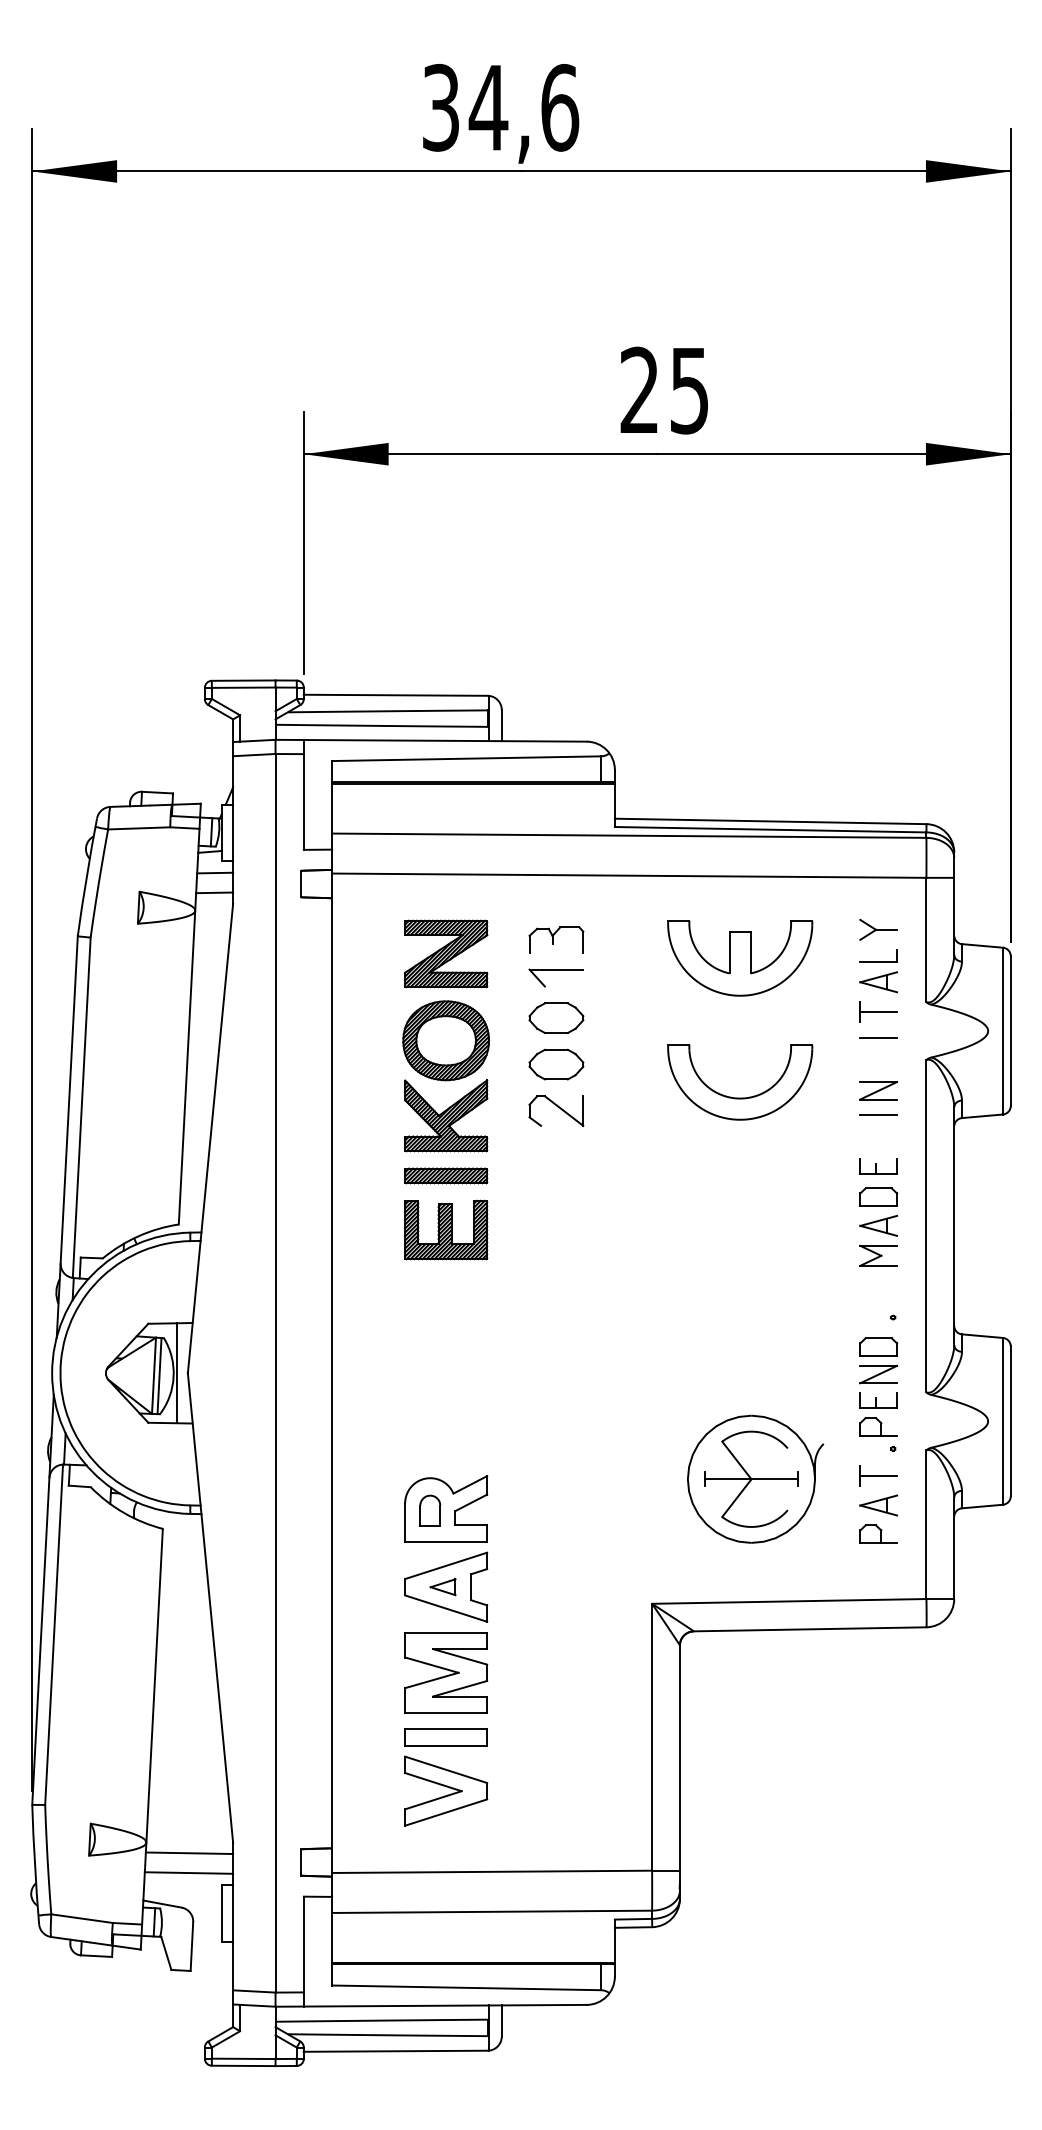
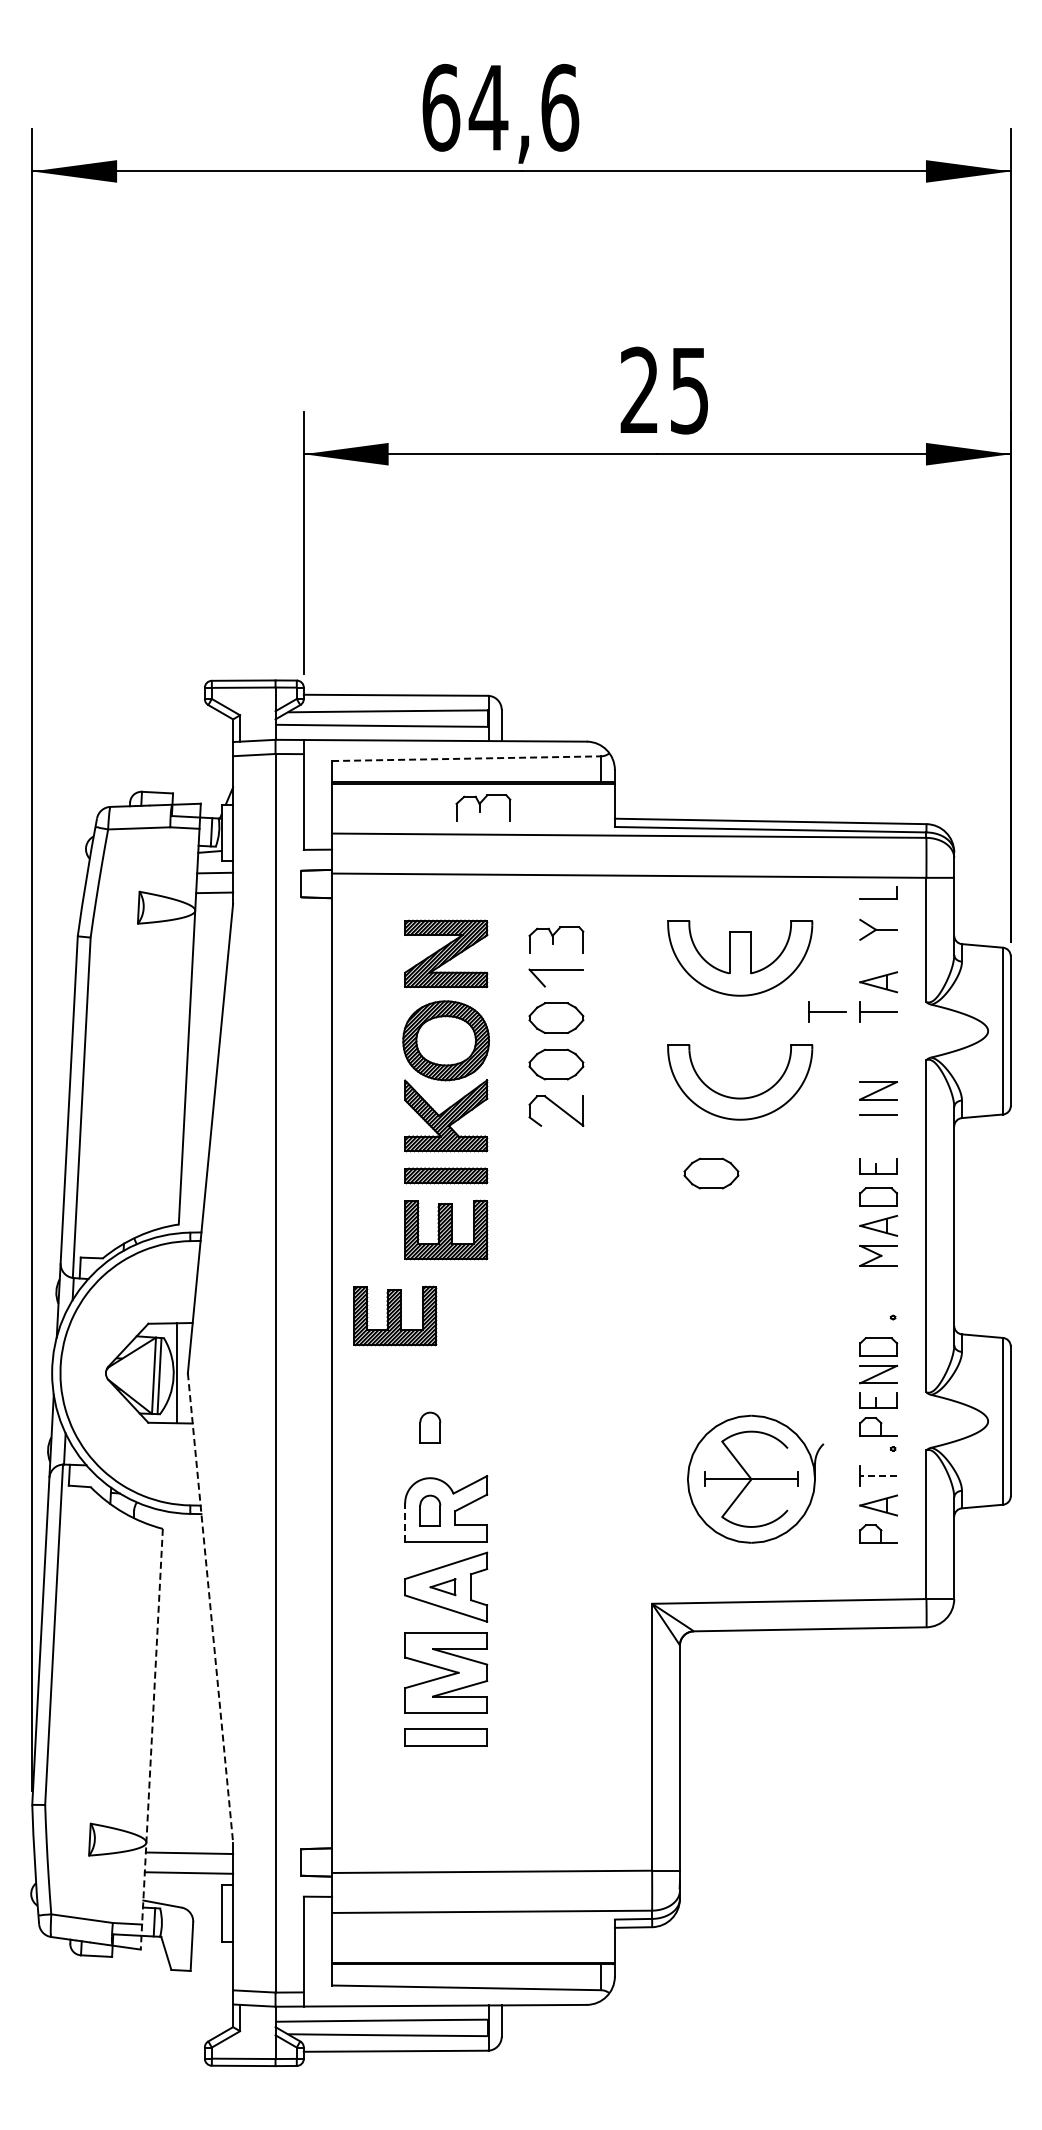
text at (441, 107): 34,6 -> 64,6
line at (467, 758): solid -> dashed
part at (483, 807): none -> present
part at (878, 955) position: (878, 955) -> (878, 892)
part at (827, 1011): none -> present
line at (878, 1037): present -> none
part at (711, 1173): none -> present
part at (395, 1315): none -> present
part at (430, 1427): none -> present
line at (878, 1475): solid -> dashed
line at (405, 1522): solid -> dashed
line at (210, 1607): solid -> dashed
line at (151, 1739): solid -> dashed
part at (446, 1790): present -> none
